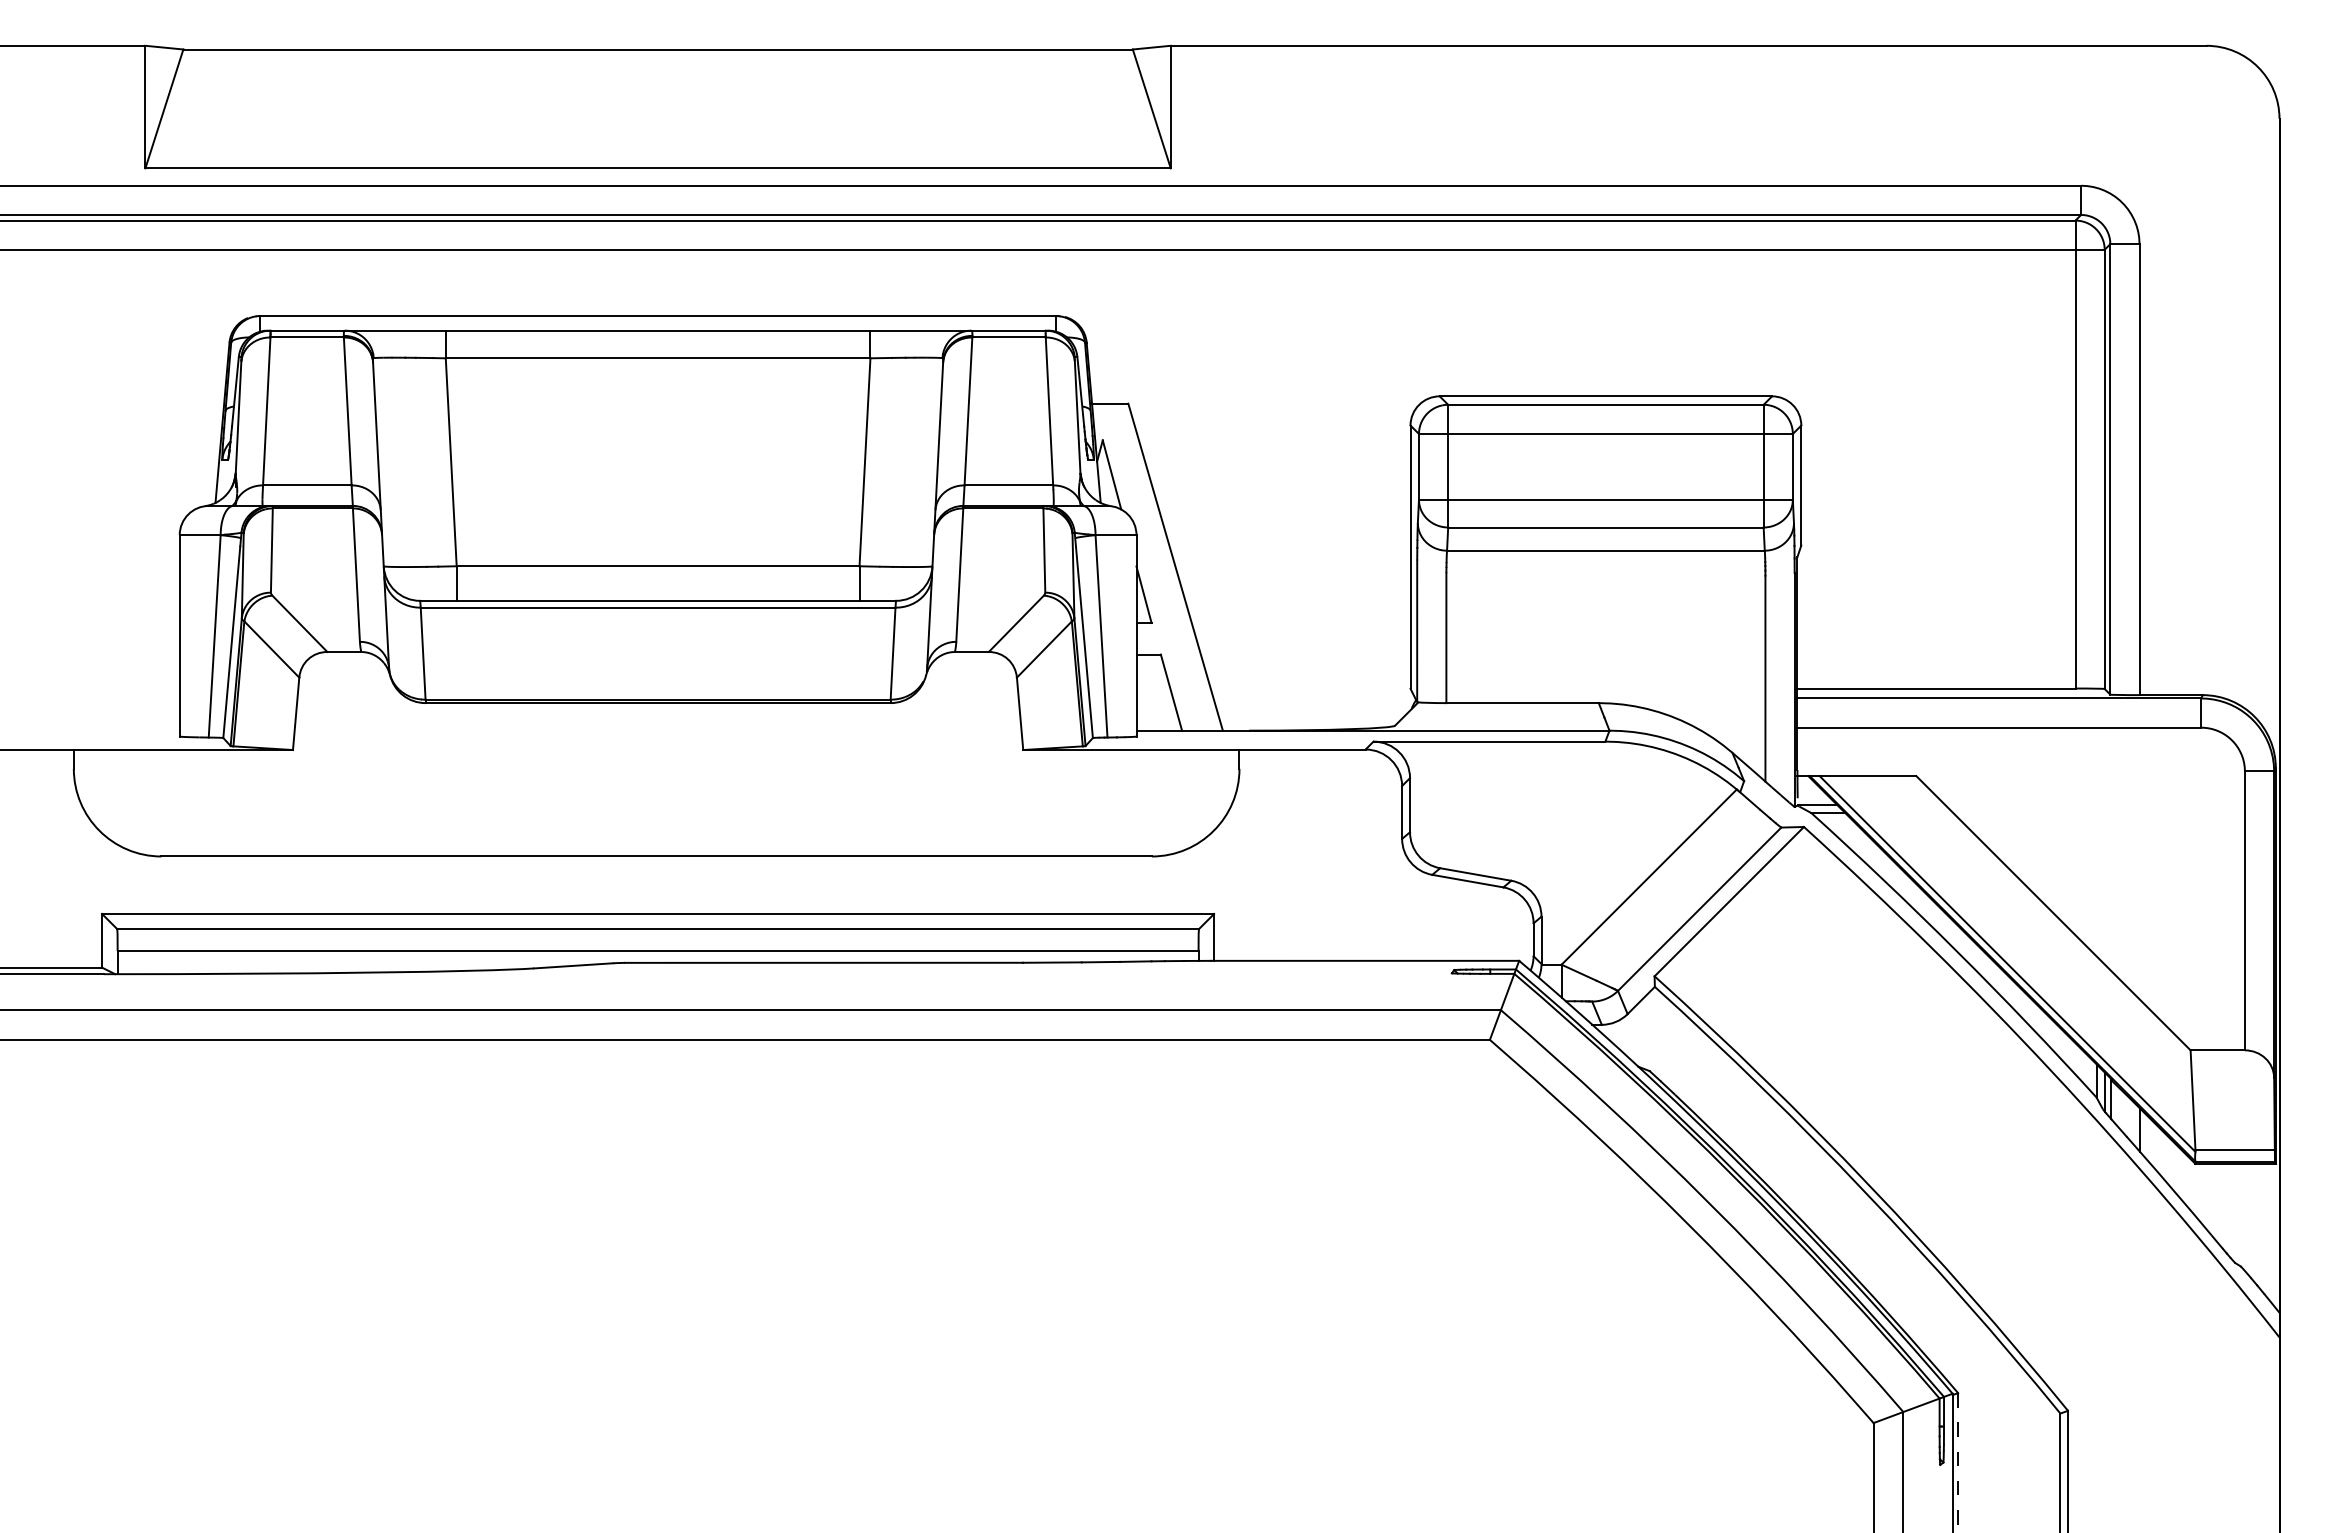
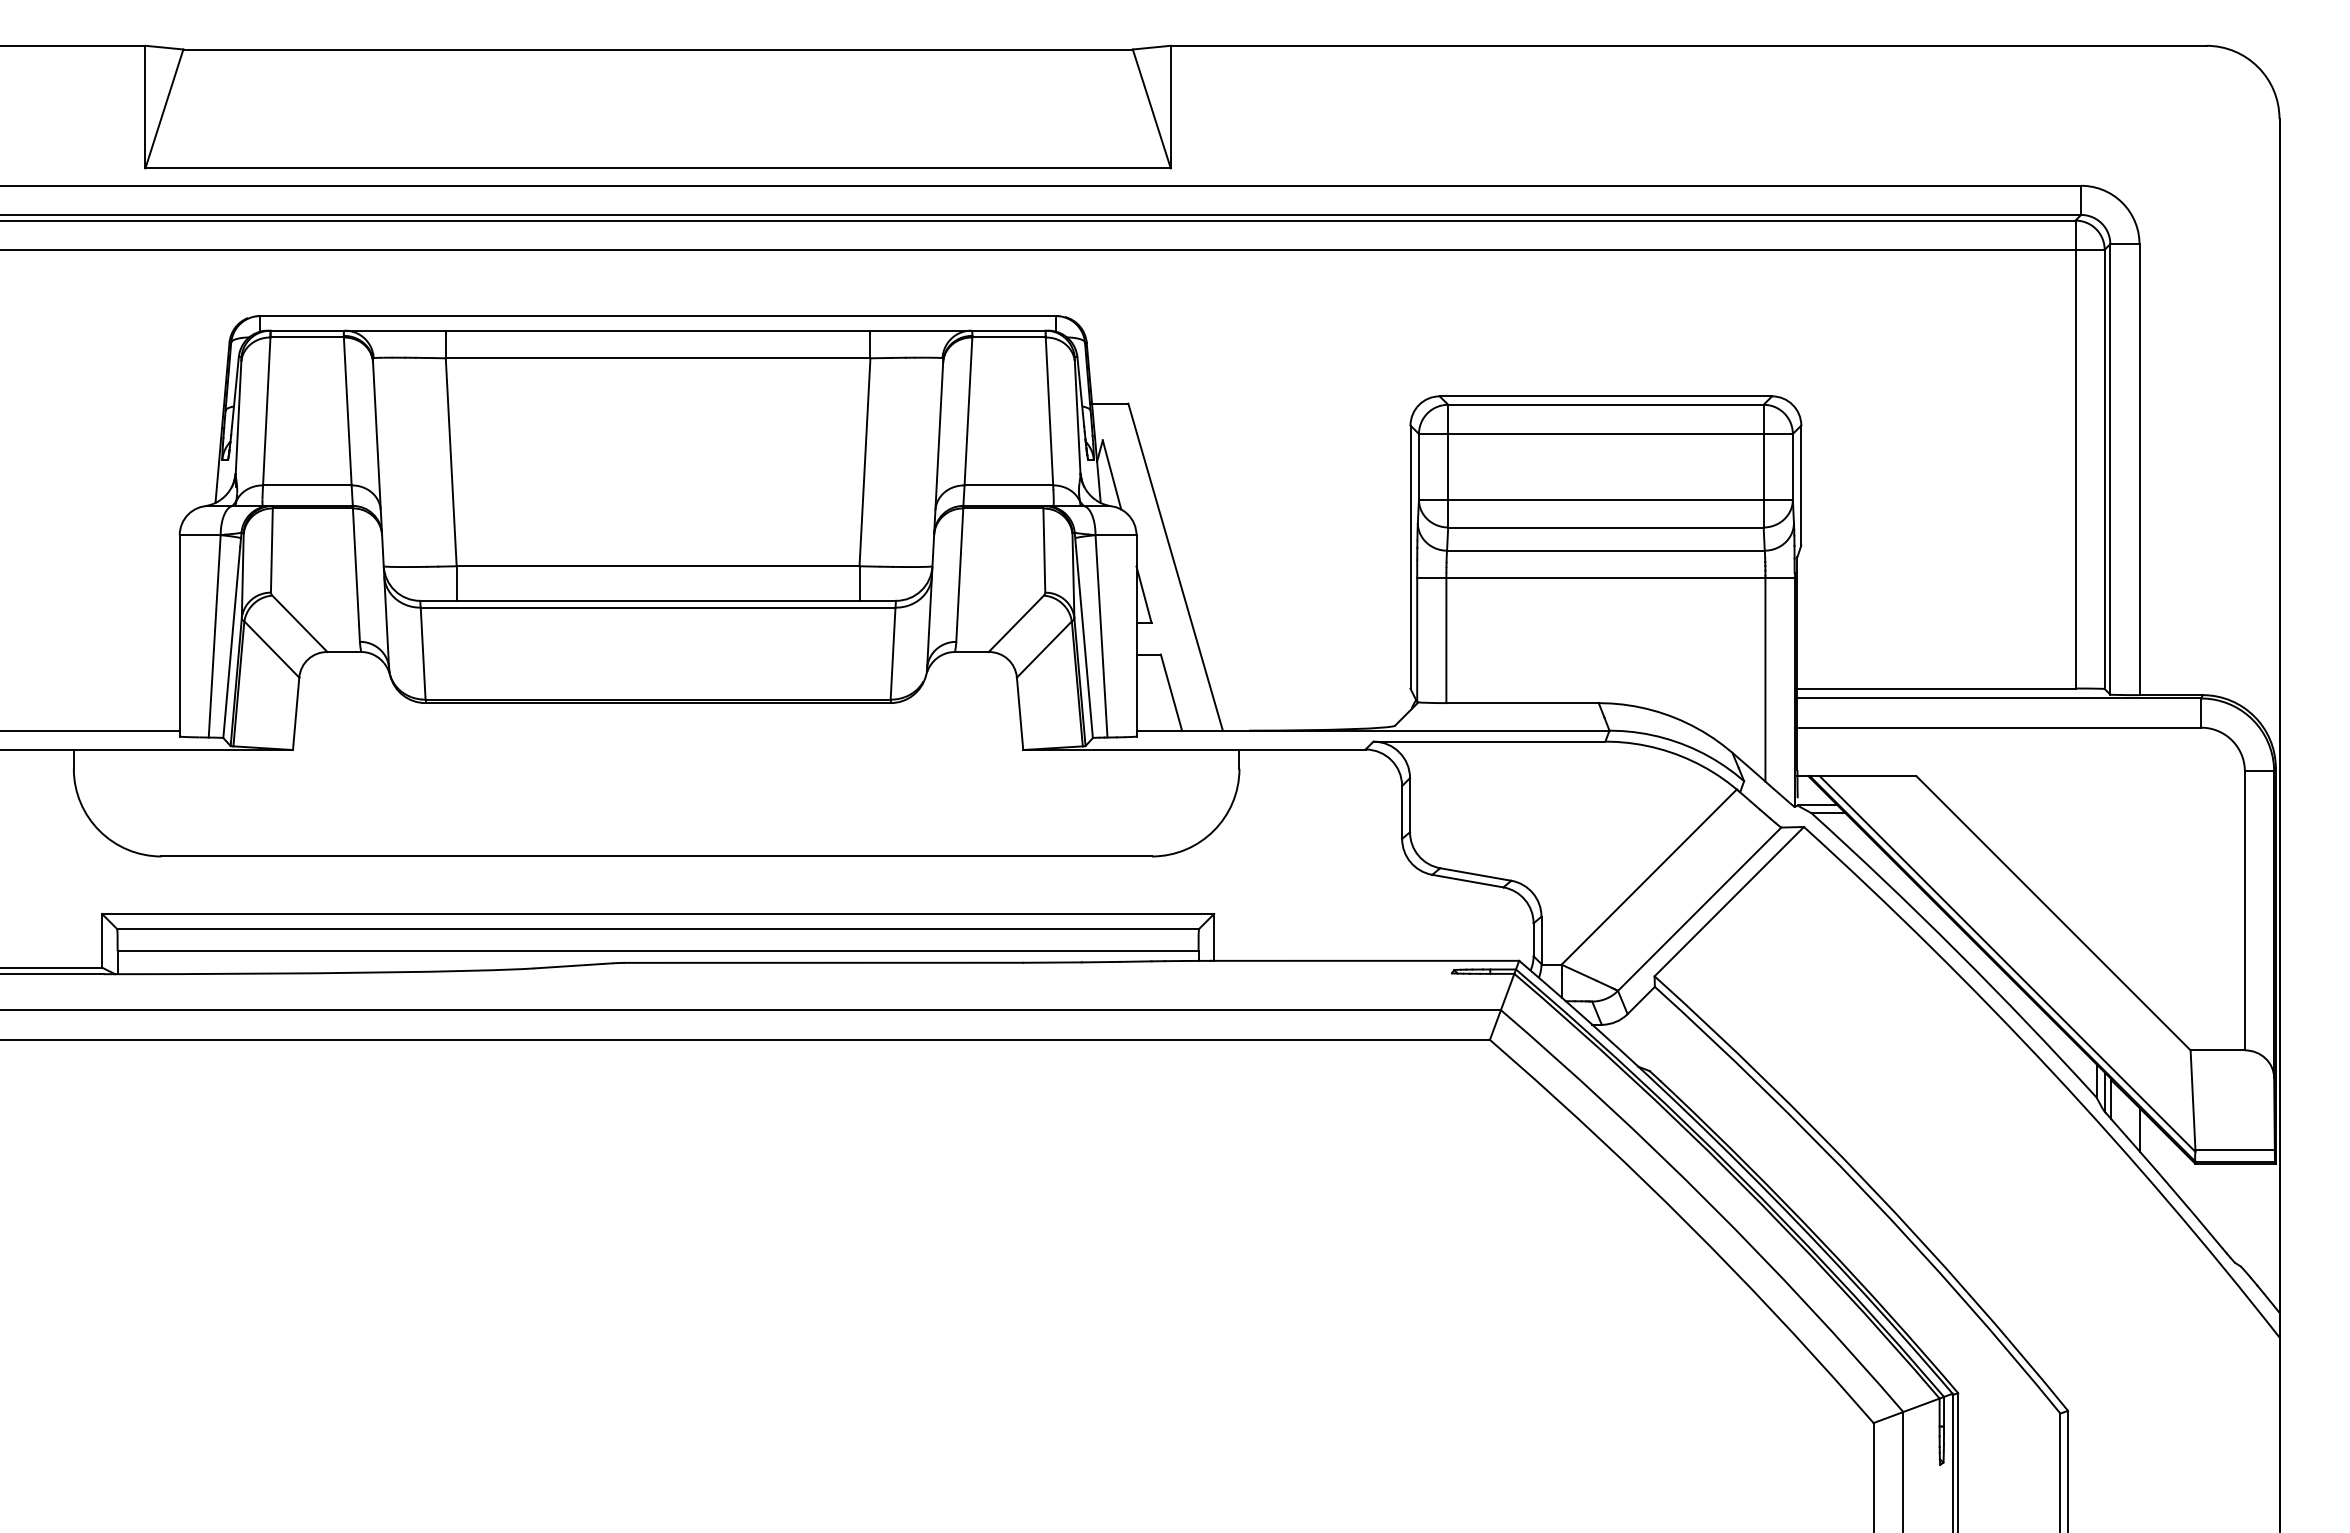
line at (1605, 578): none -> present
line at (90, 730): none -> present
line at (1958, 1463): dashed -> solid
